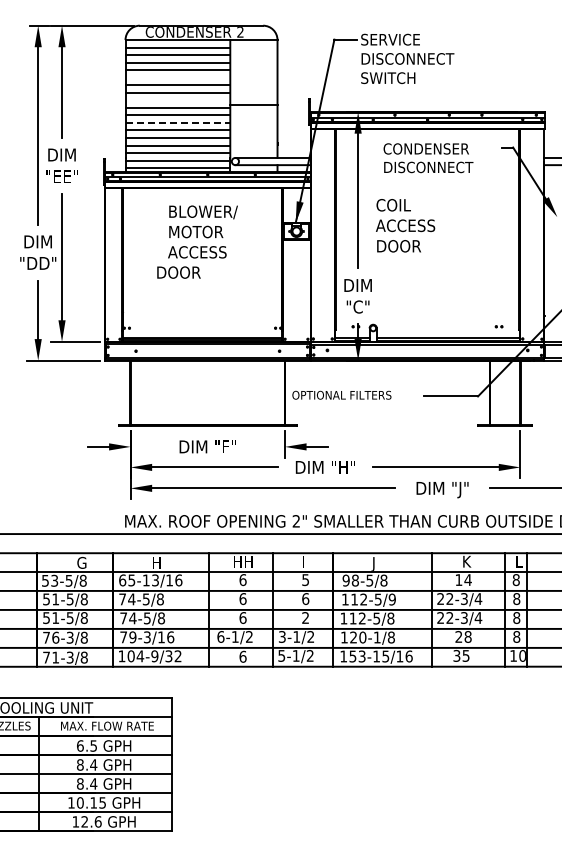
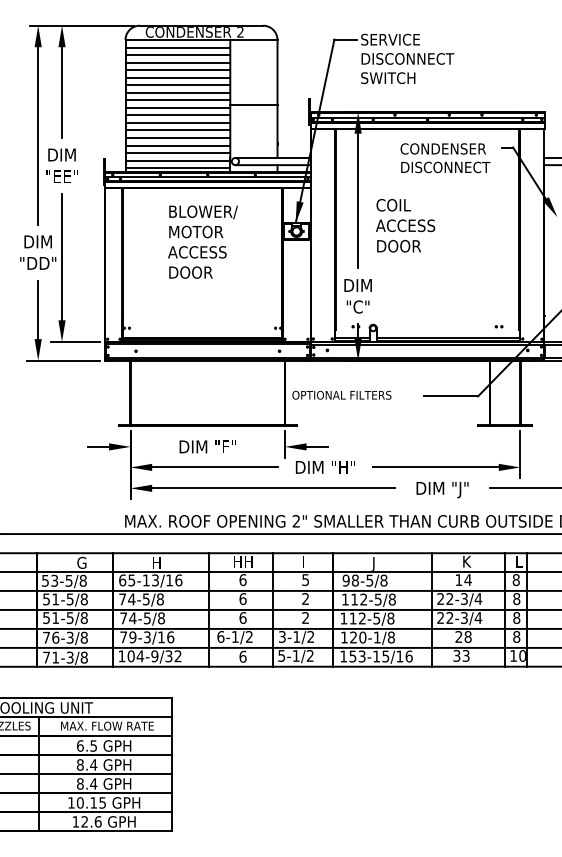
line at (177, 77): none -> present
line at (177, 100): none -> present
line at (178, 122): dashed -> solid
text at (428, 158) position: (428, 158) -> (445, 158)
text at (178, 272) position: (178, 272) -> (190, 272)
text at (305, 598): 6 -> 2
text at (391, 599): 112-5/9 -> 112-5/8
text at (466, 655): 35 -> 33
